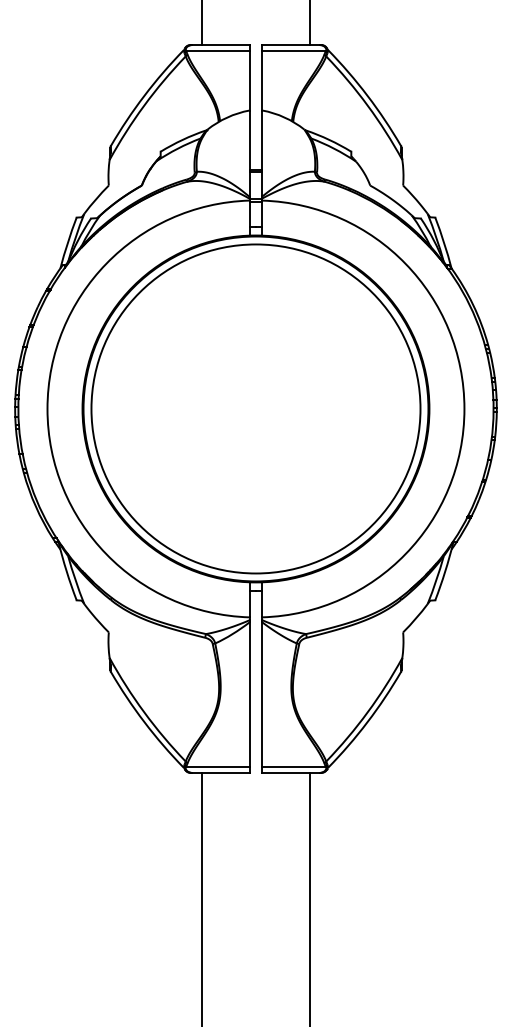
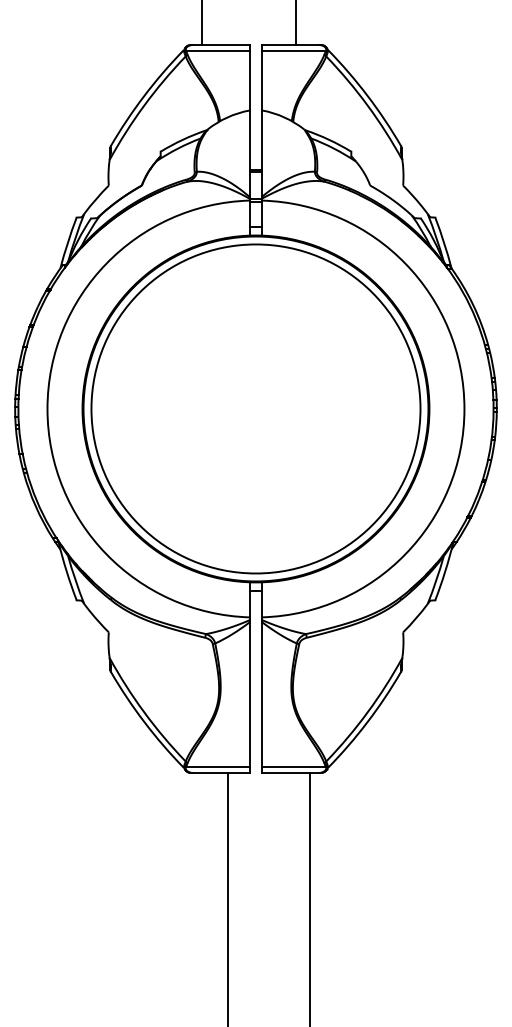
line at (310, 23) position: (310, 23) -> (296, 23)
line at (201, 897) position: (201, 897) -> (227, 897)
